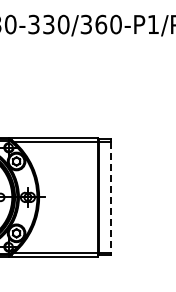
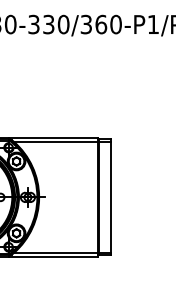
line at (110, 197): dashed -> solid
